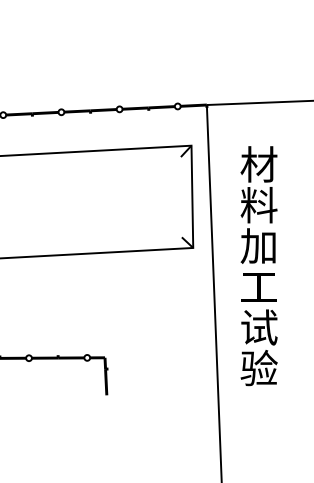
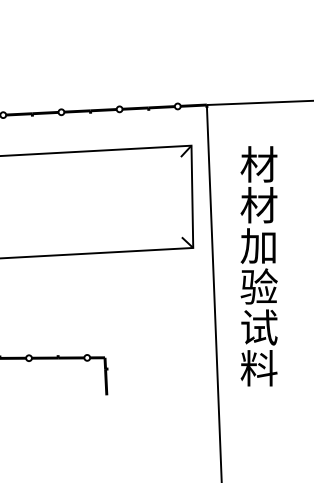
text at (258, 205): 料 -> 材
text at (258, 286): 工 -> 验
text at (258, 368): 验 -> 料
